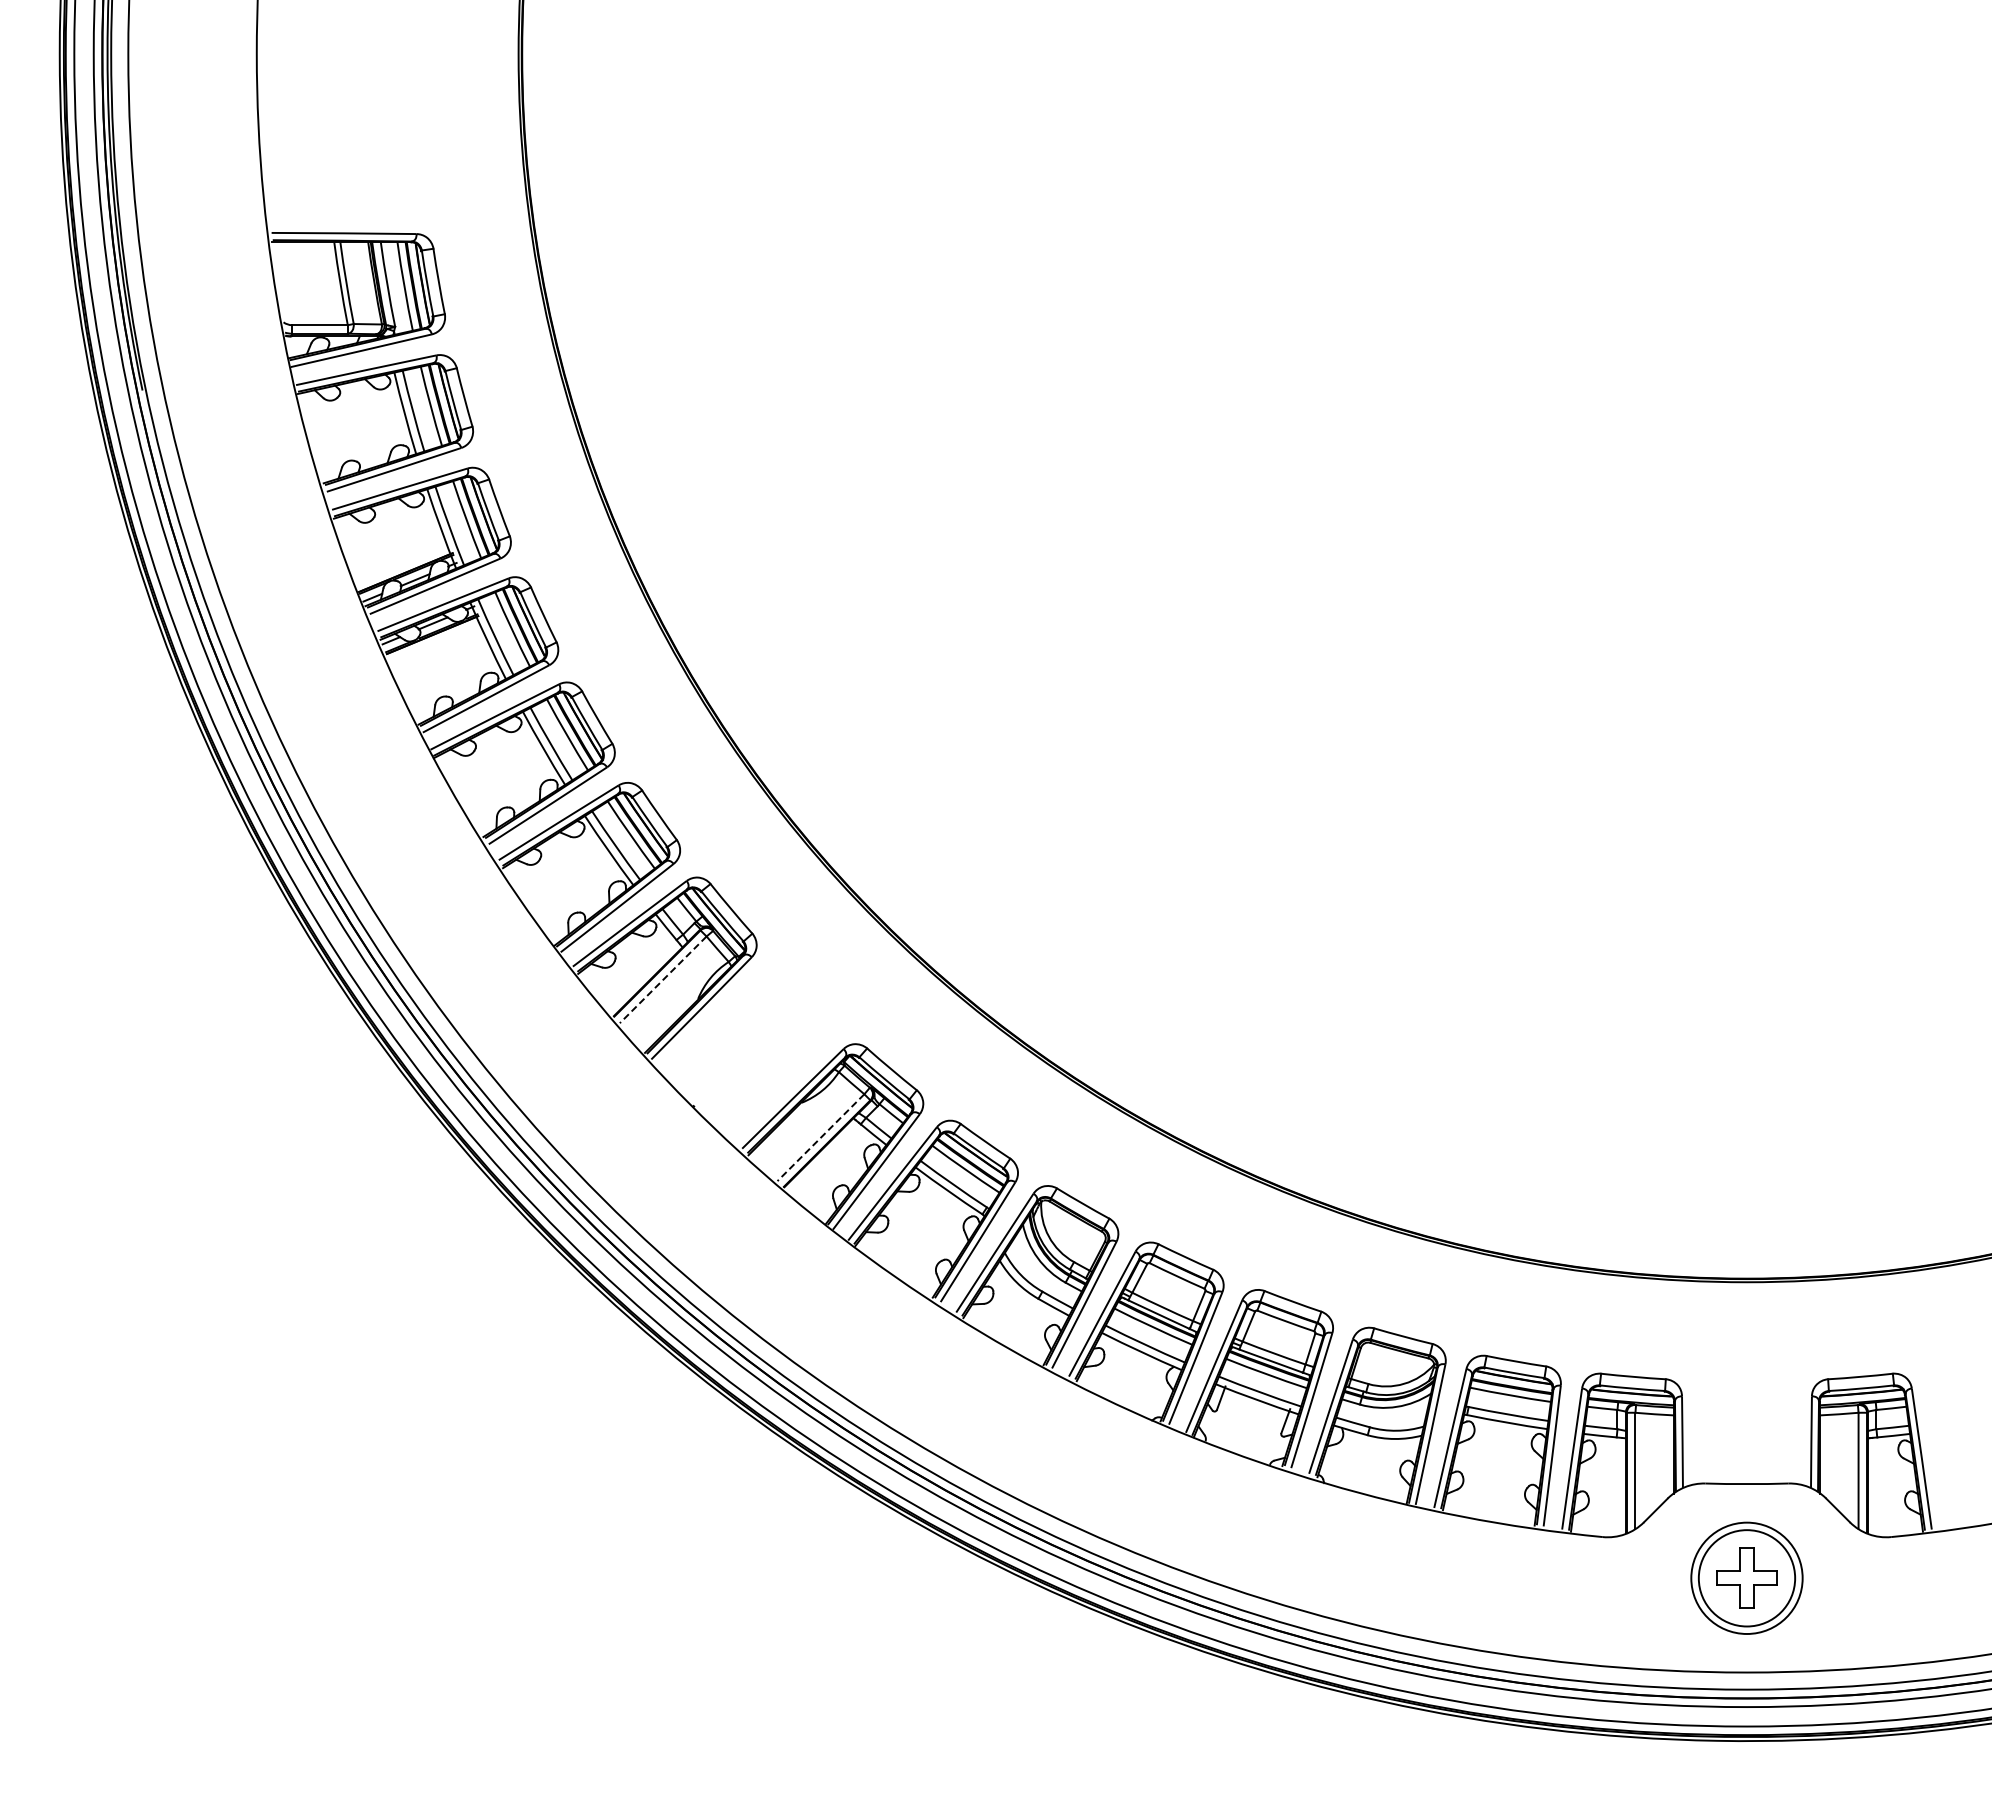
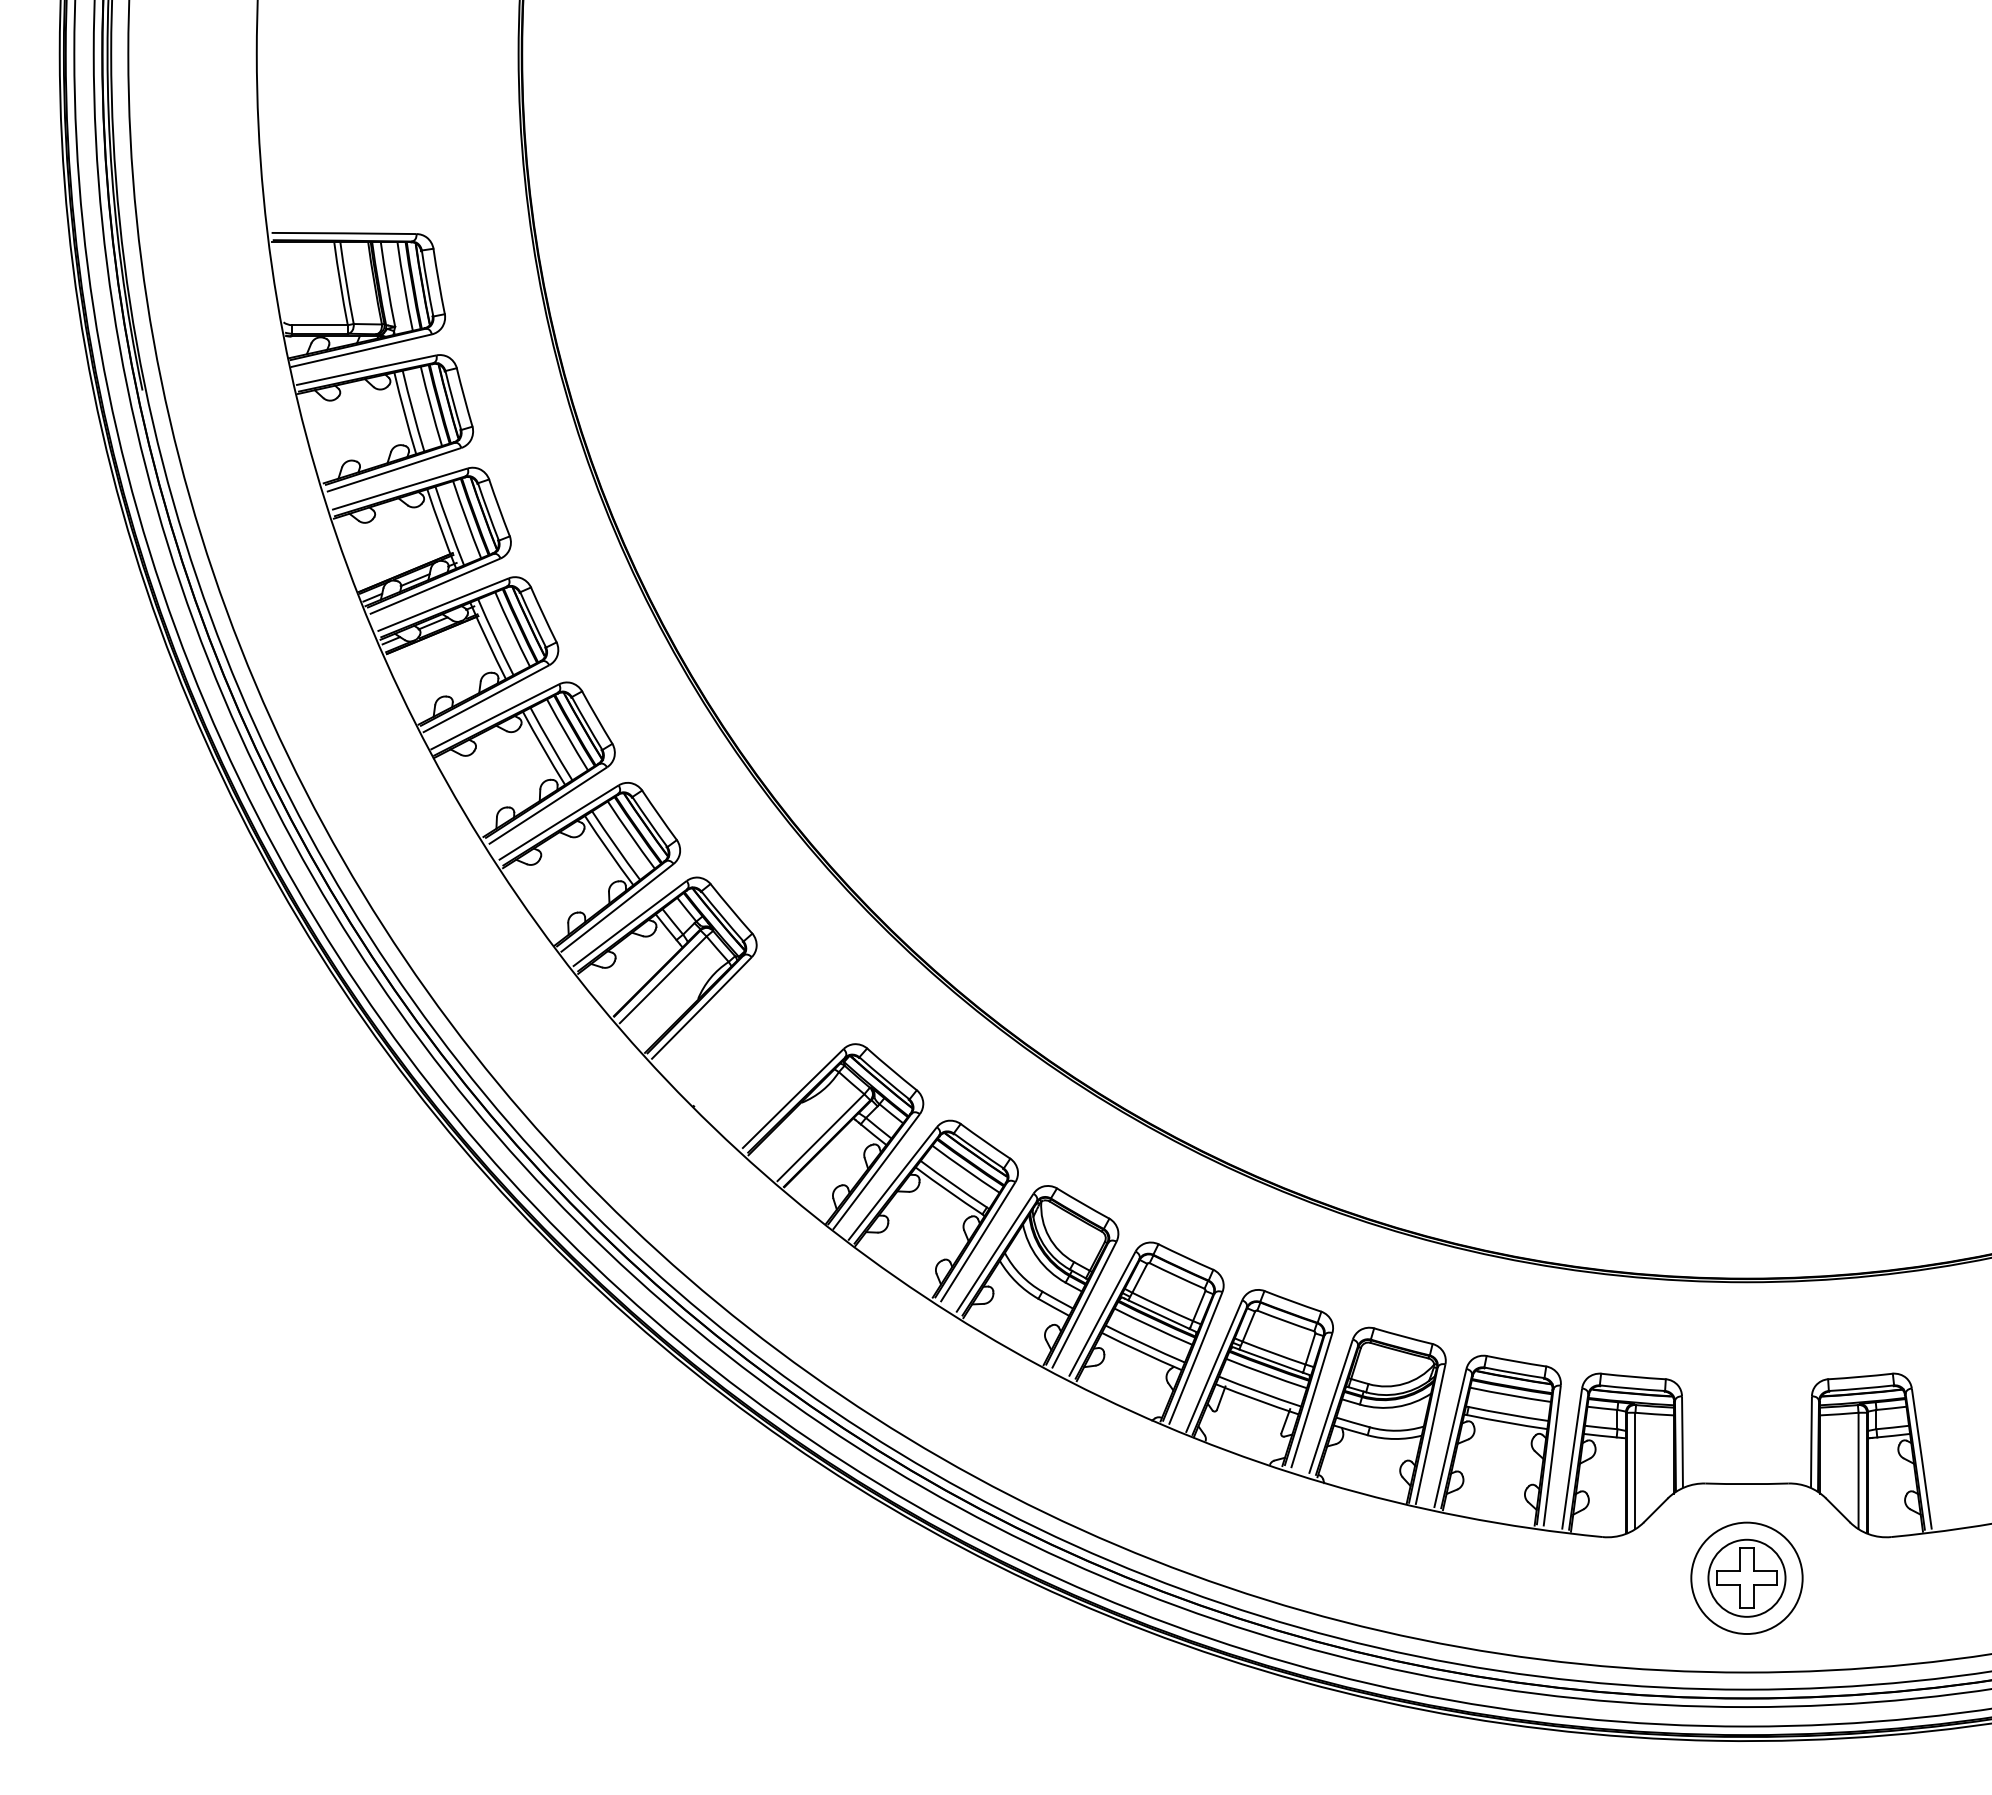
line at (662, 980): dashed -> solid
line at (820, 1138): dashed -> solid
circle at (1746, 1578) diameter: 96 px -> 77 px
